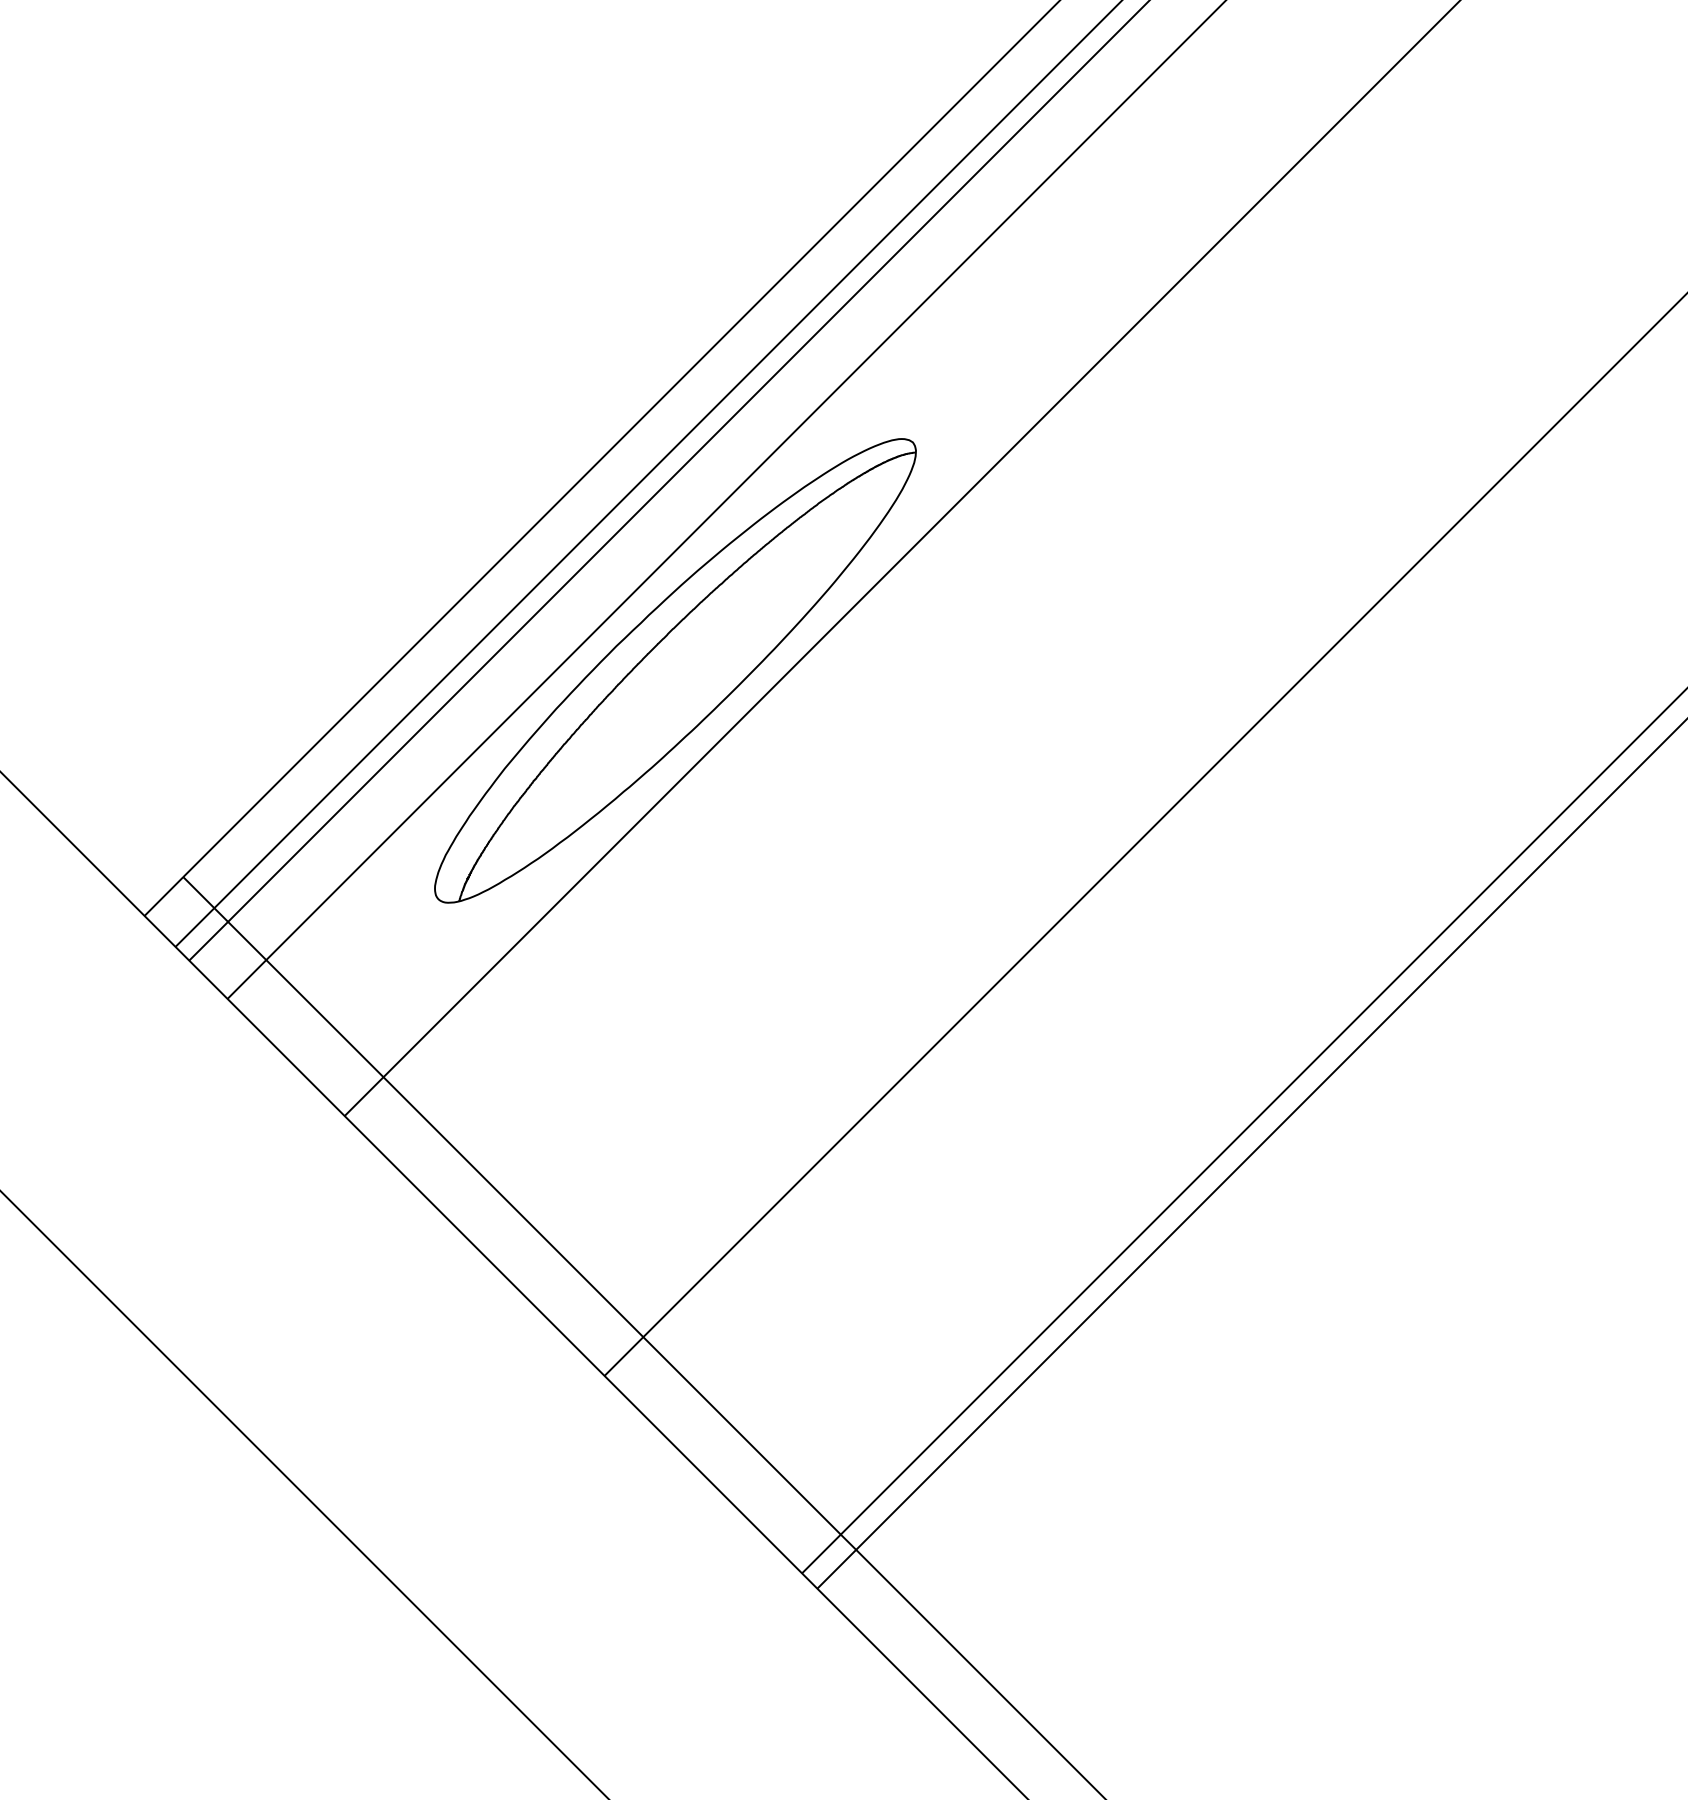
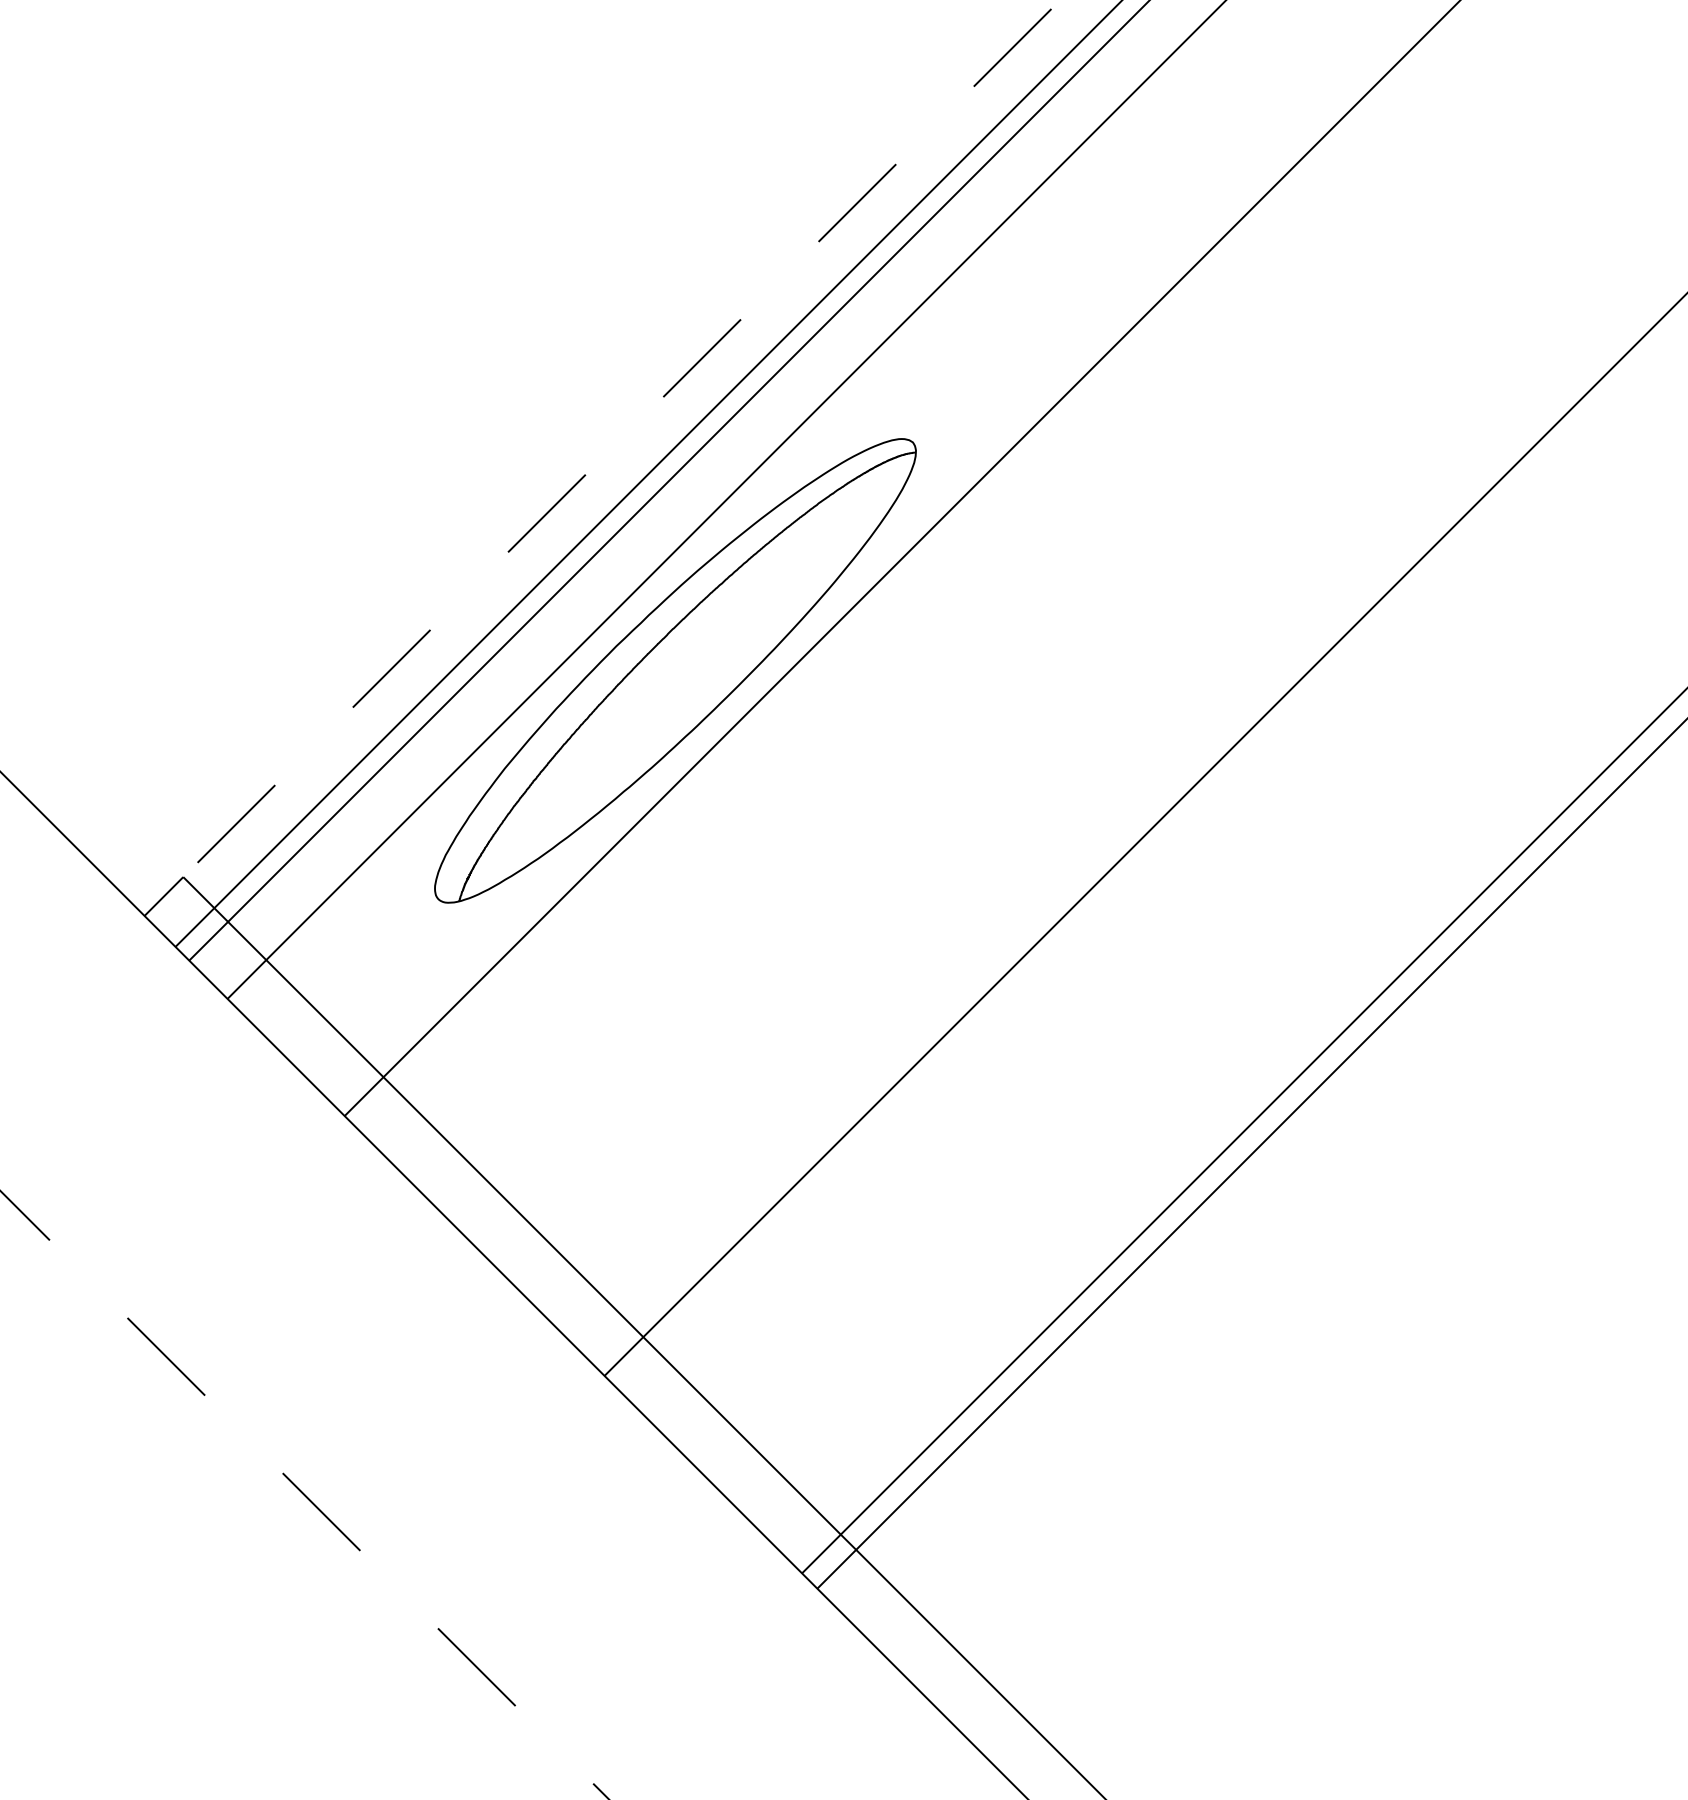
line at (621, 438): solid -> dashed
line at (304, 1494): solid -> dashed
